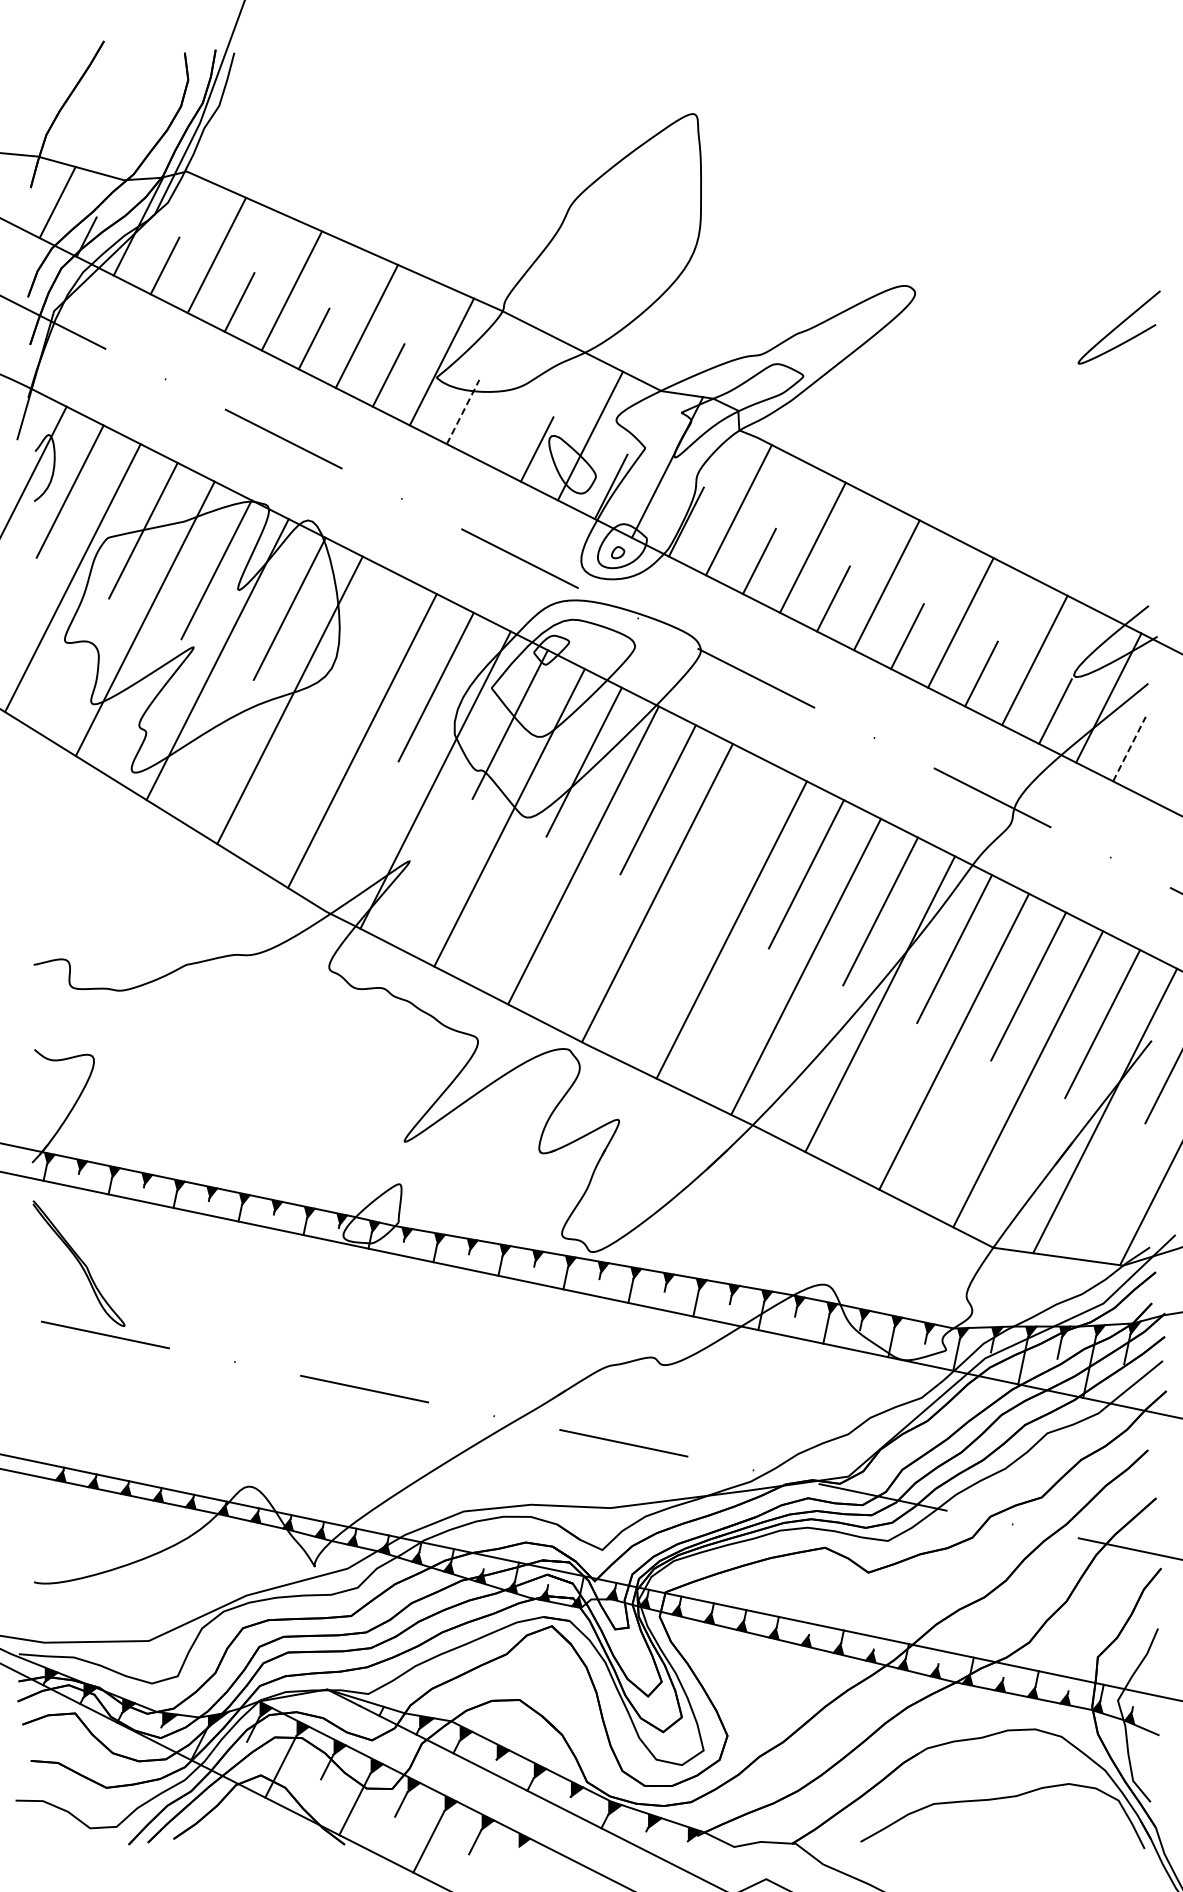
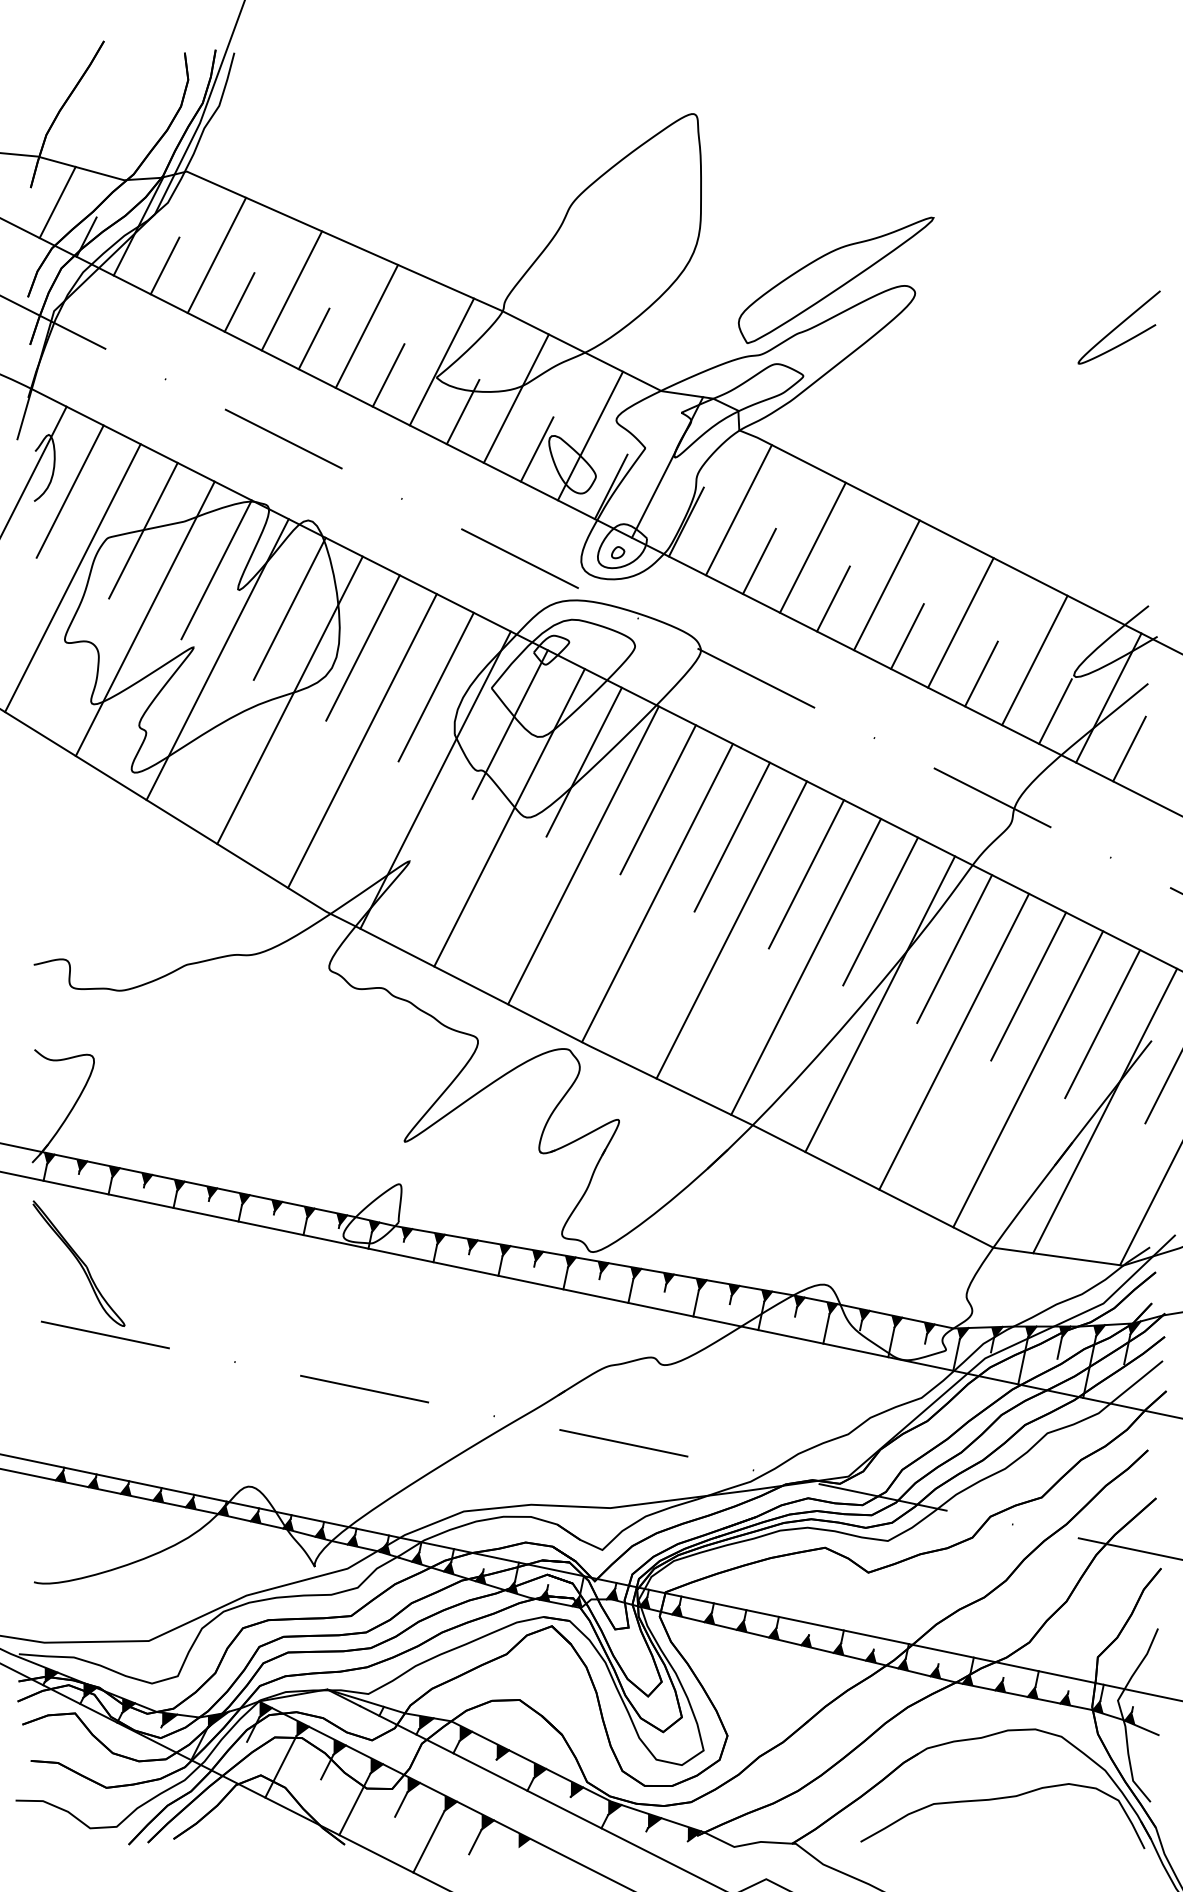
part at (836, 280): none -> present
line at (515, 398): none -> present
line at (463, 412): dashed -> solid
line at (362, 647): none -> present
line at (1129, 748): dashed -> solid
line at (731, 836): none -> present
